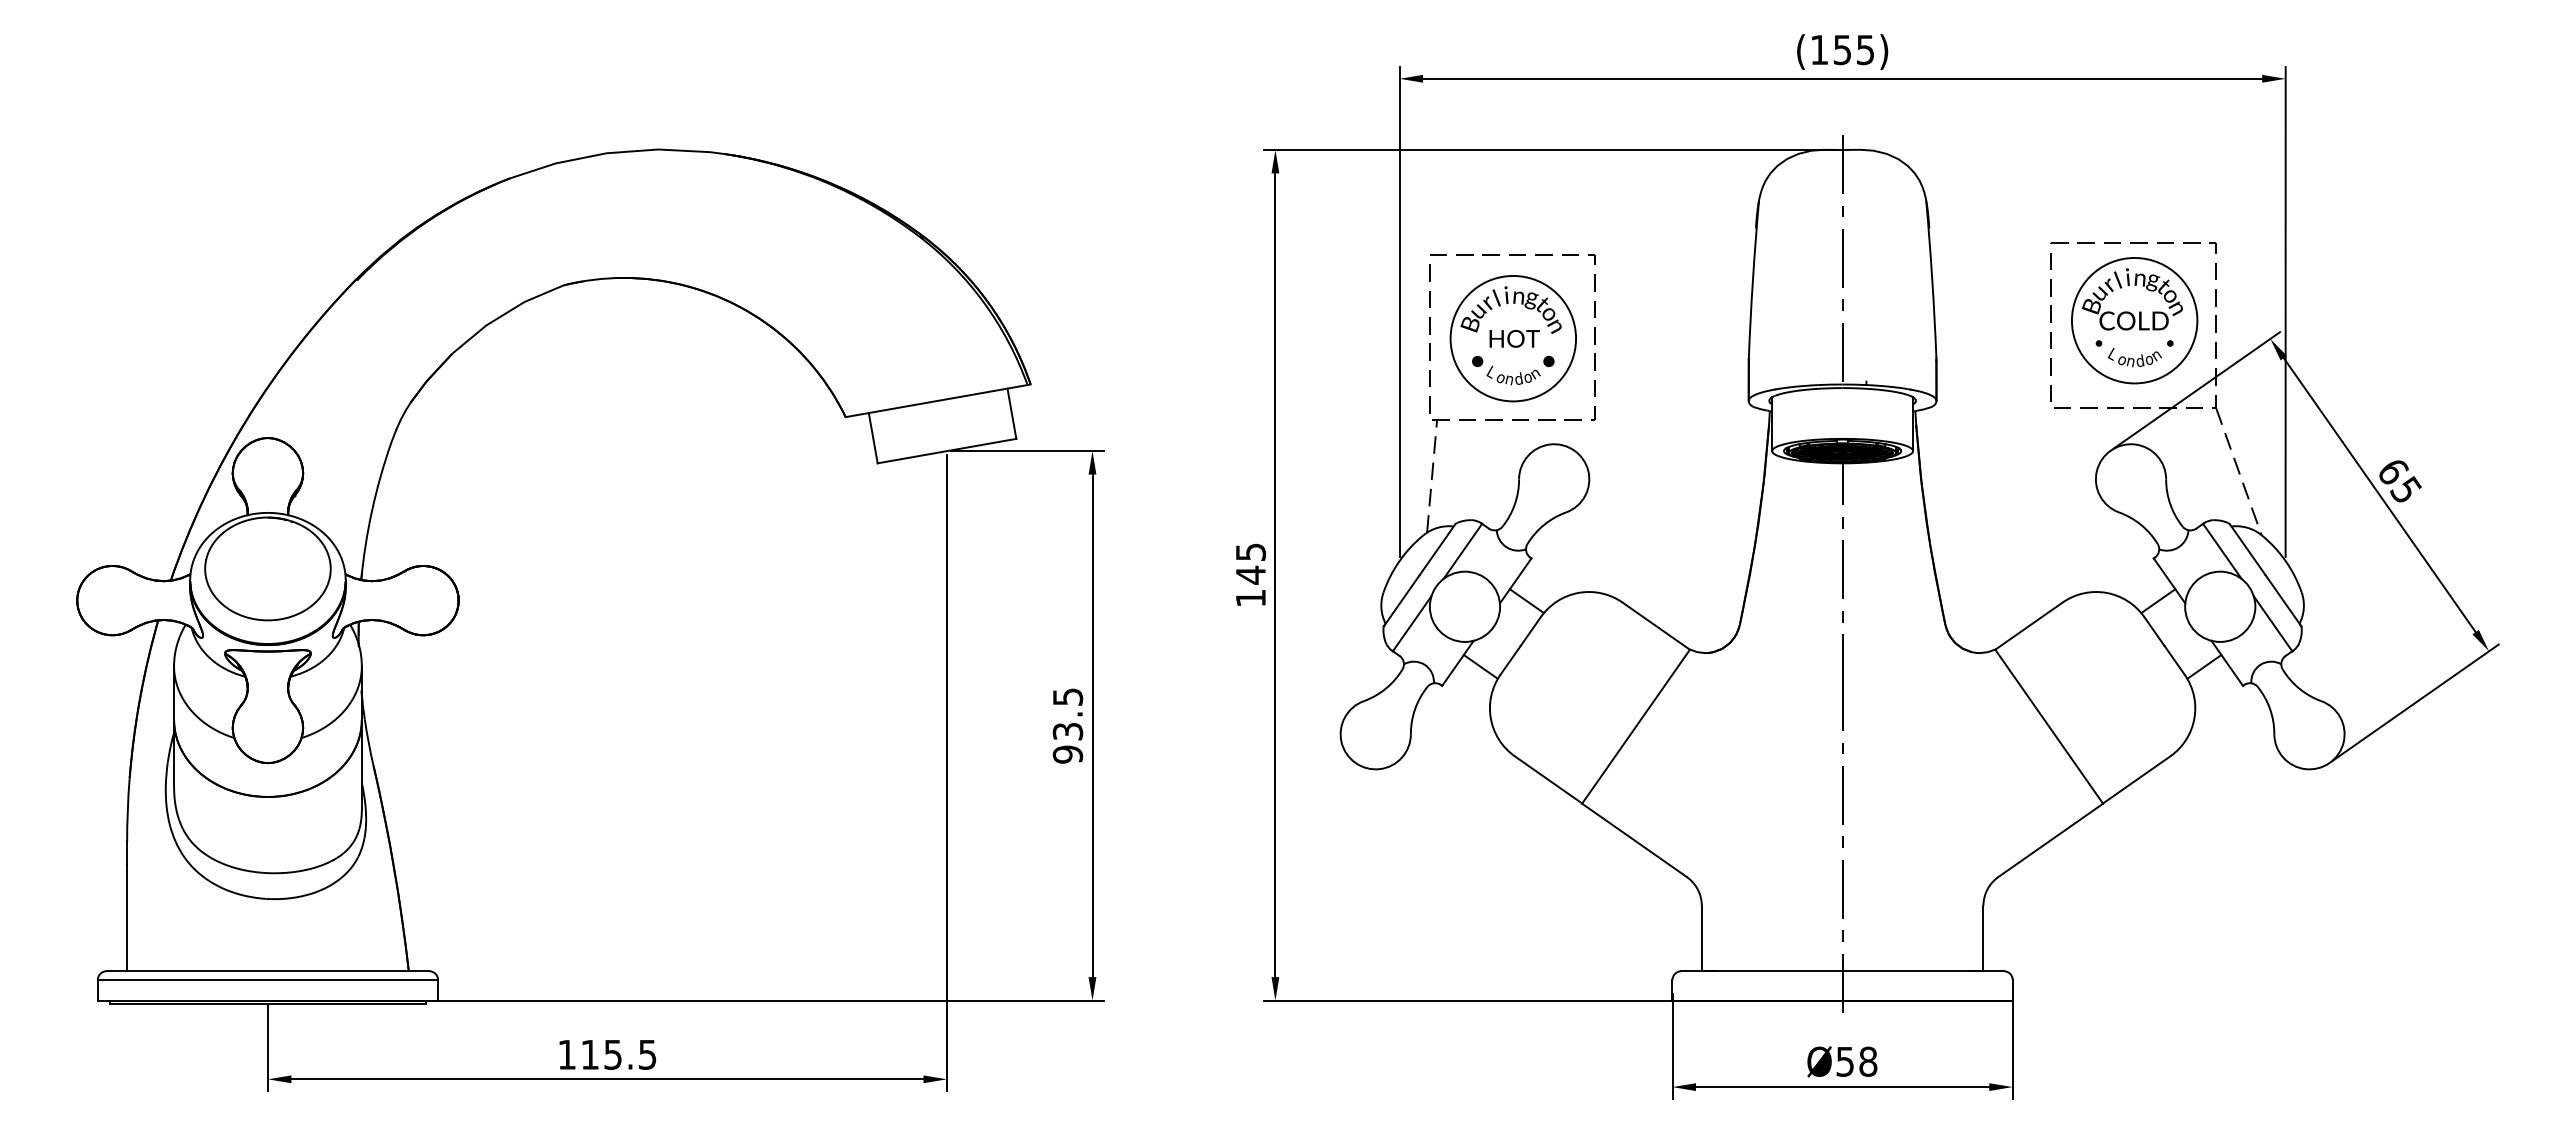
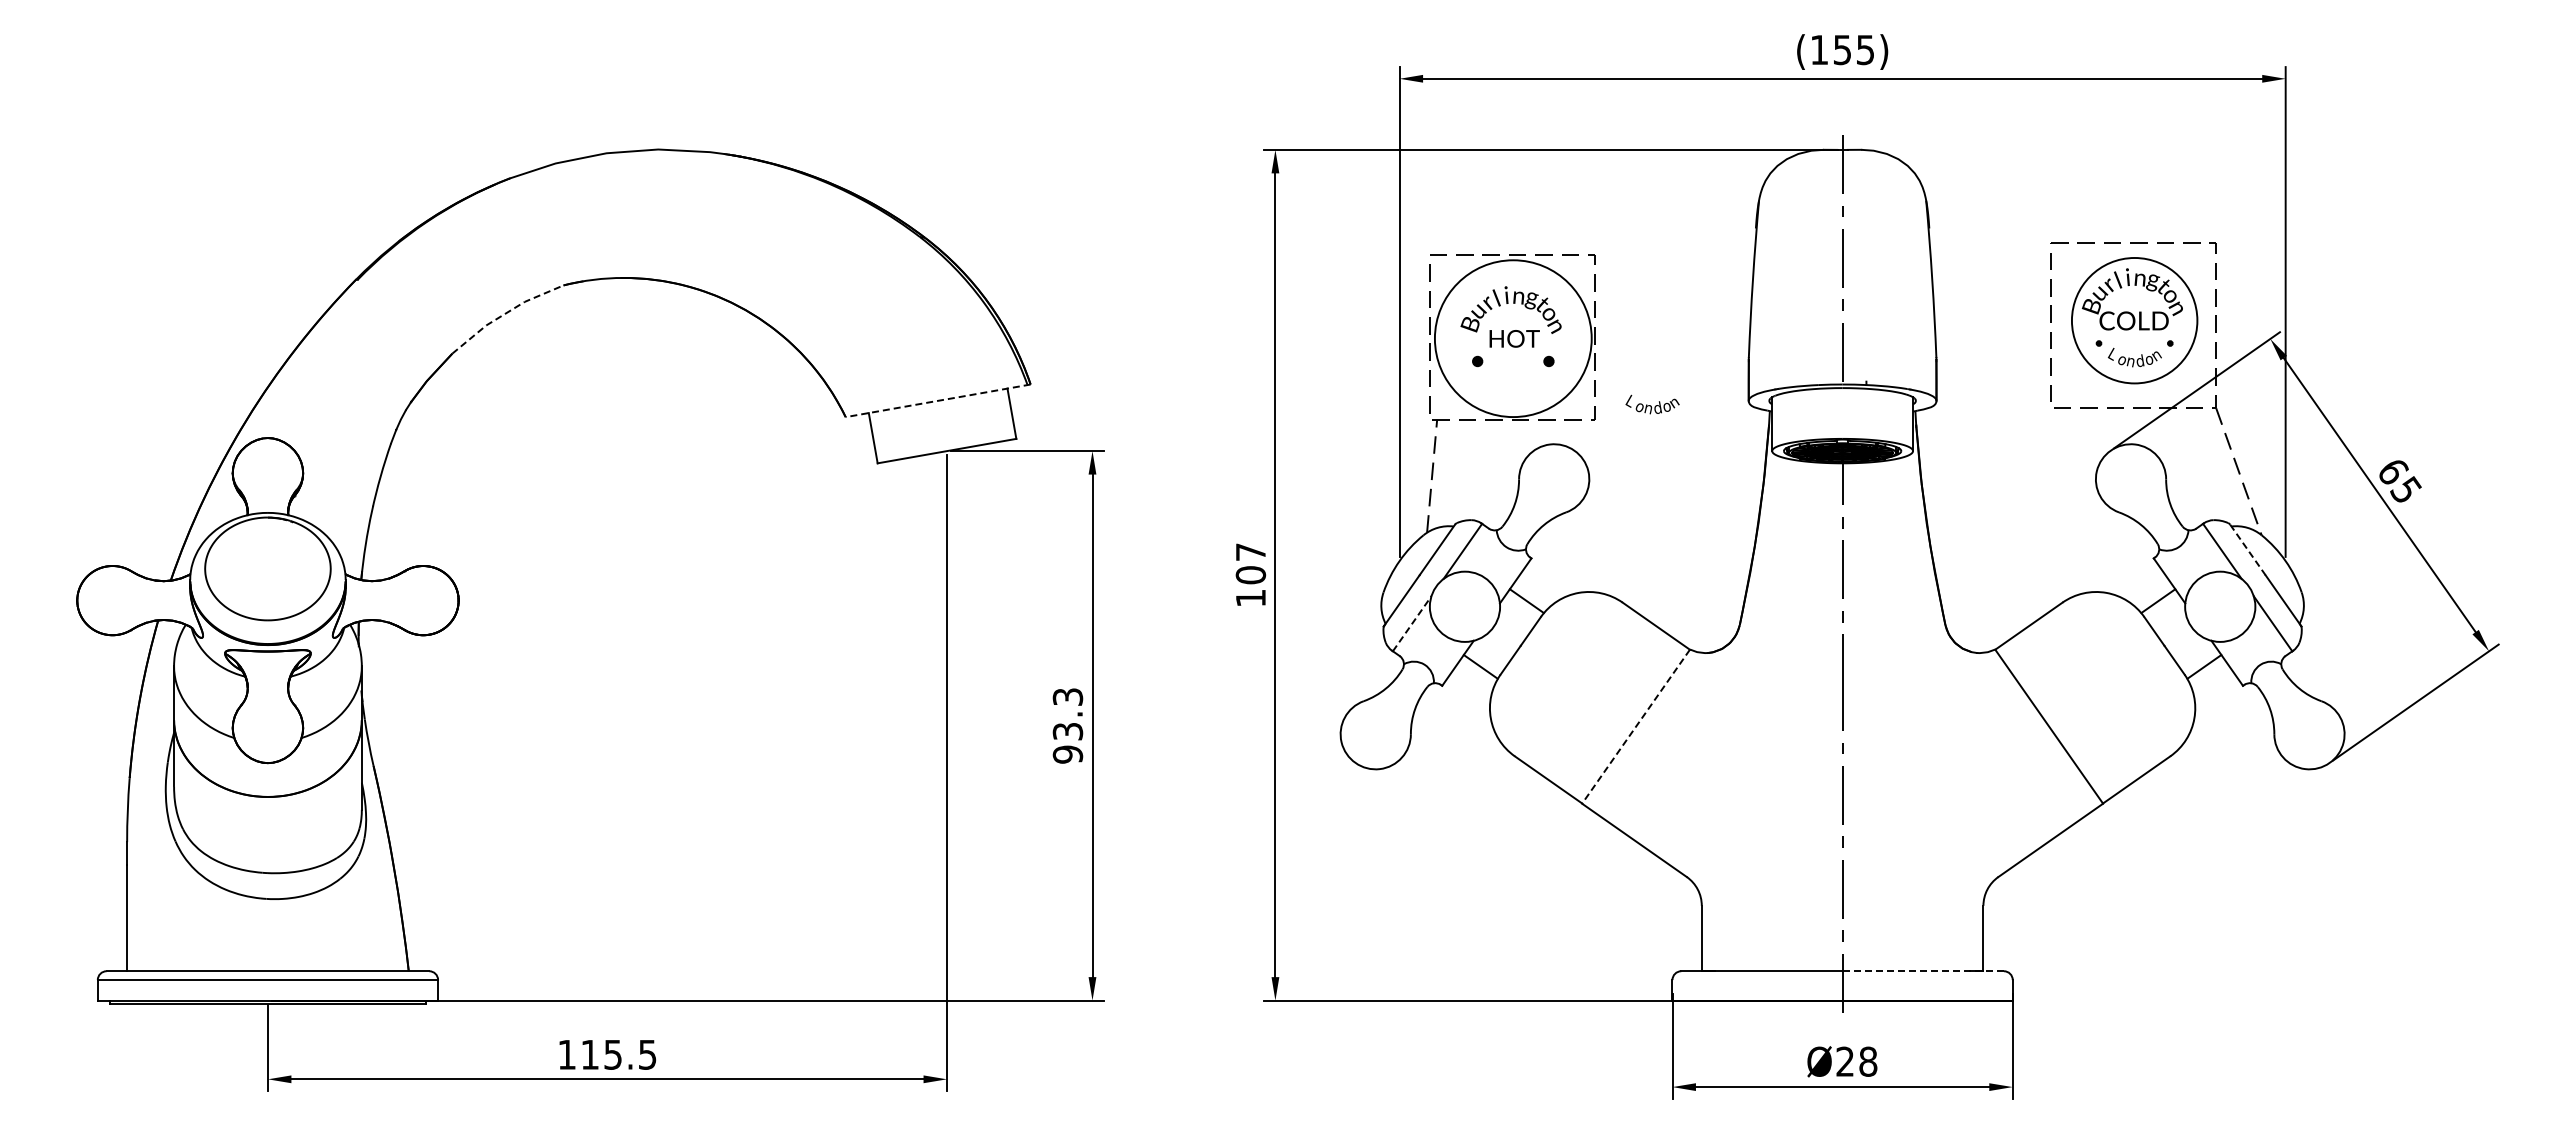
line at (504, 314): solid -> dashed
circle at (1513, 338) diameter: 125 px -> 157 px
text at (1513, 375) position: (1513, 375) -> (1652, 404)
line at (938, 400): solid -> dashed
line at (2247, 549): solid -> dashed
text at (1250, 563): 145 -> 107
line at (1412, 623): solid -> dashed
text at (1067, 696): 93.5 -> 93.3
line at (1636, 726): solid -> dashed
line at (1923, 971): solid -> dashed
text at (1844, 1061): Ø58 -> Ø28
